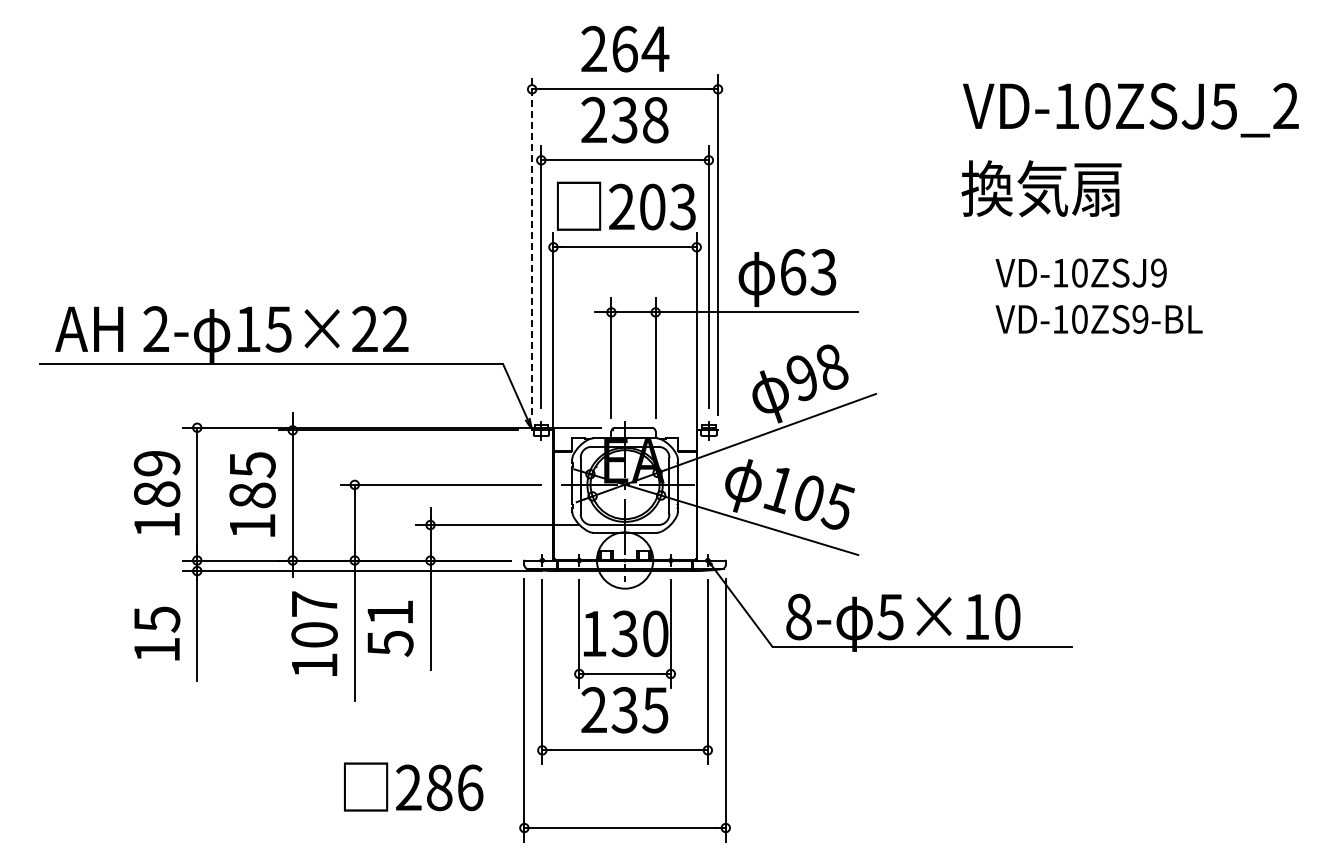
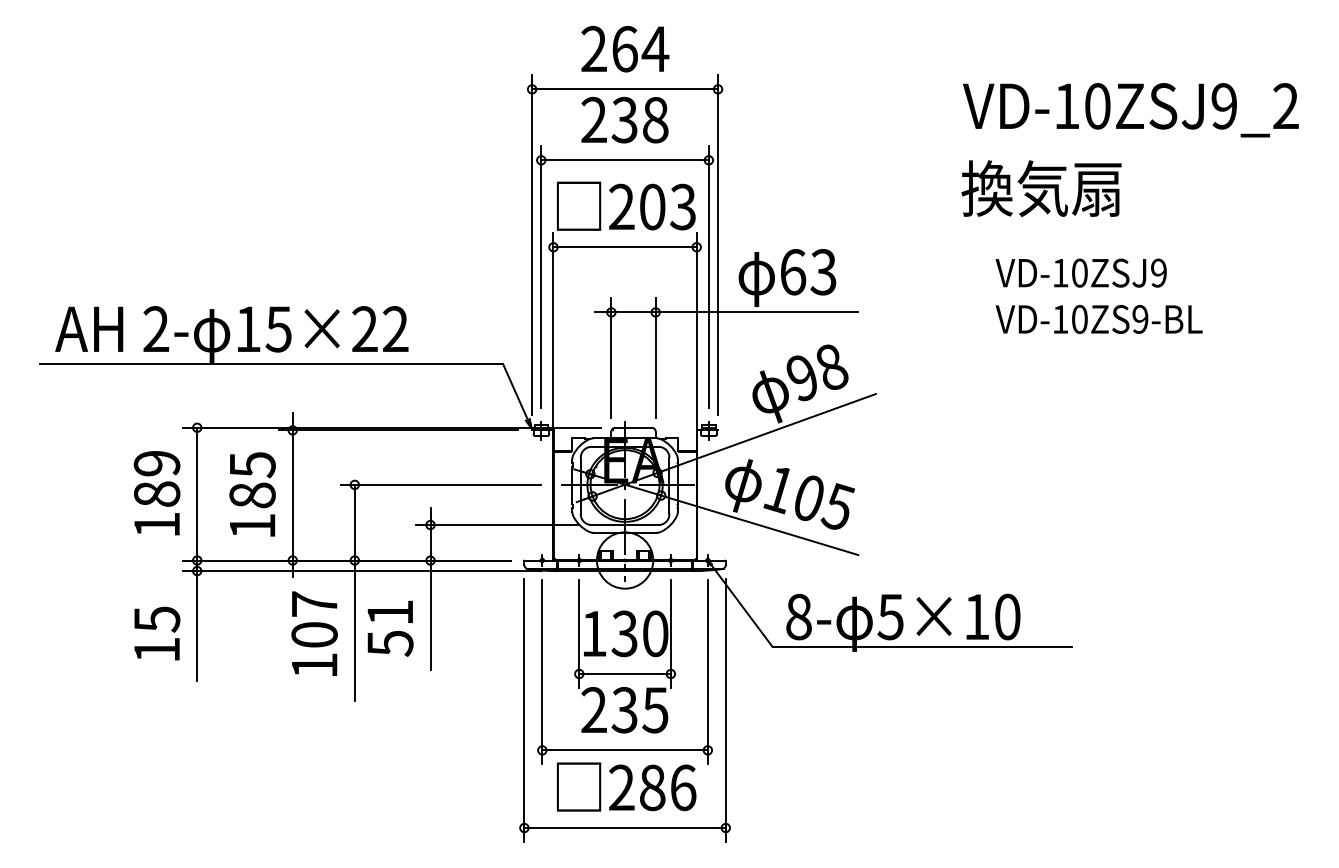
text at (1223, 106): VD-10ZSJ5_2 -> VD-10ZSJ9_2
line at (532, 244): dashed -> solid
text at (413, 786) position: (413, 786) -> (626, 786)
